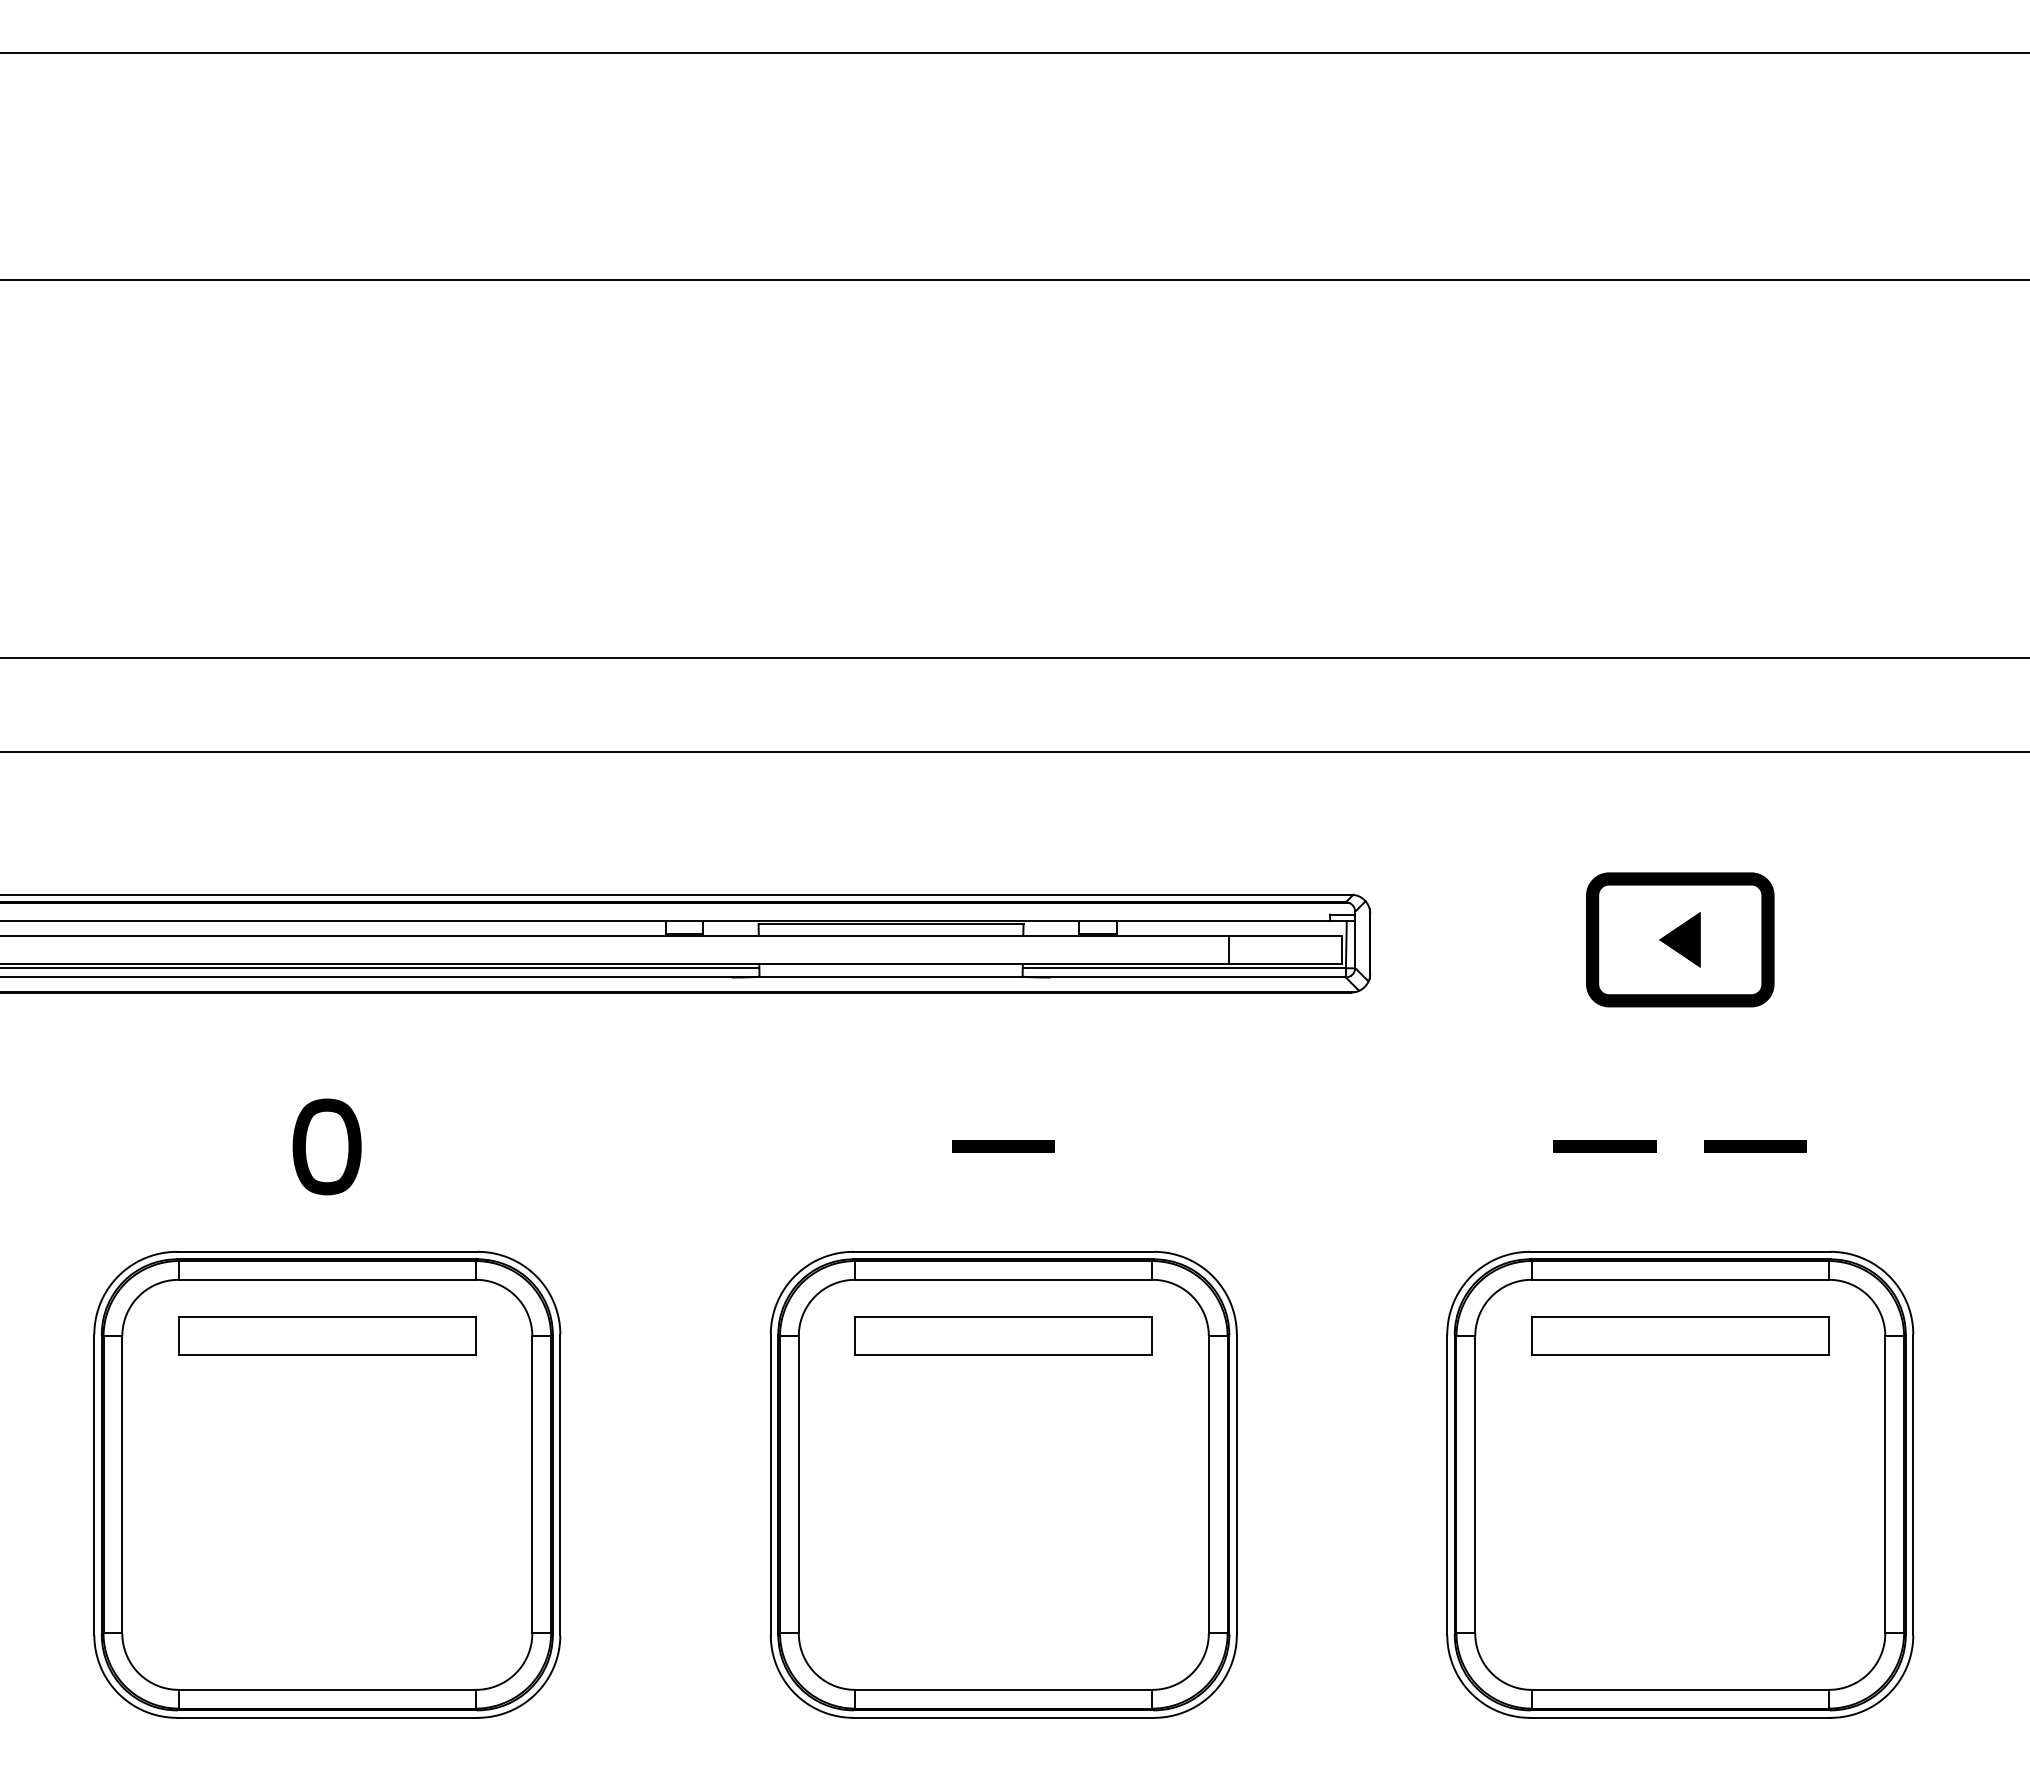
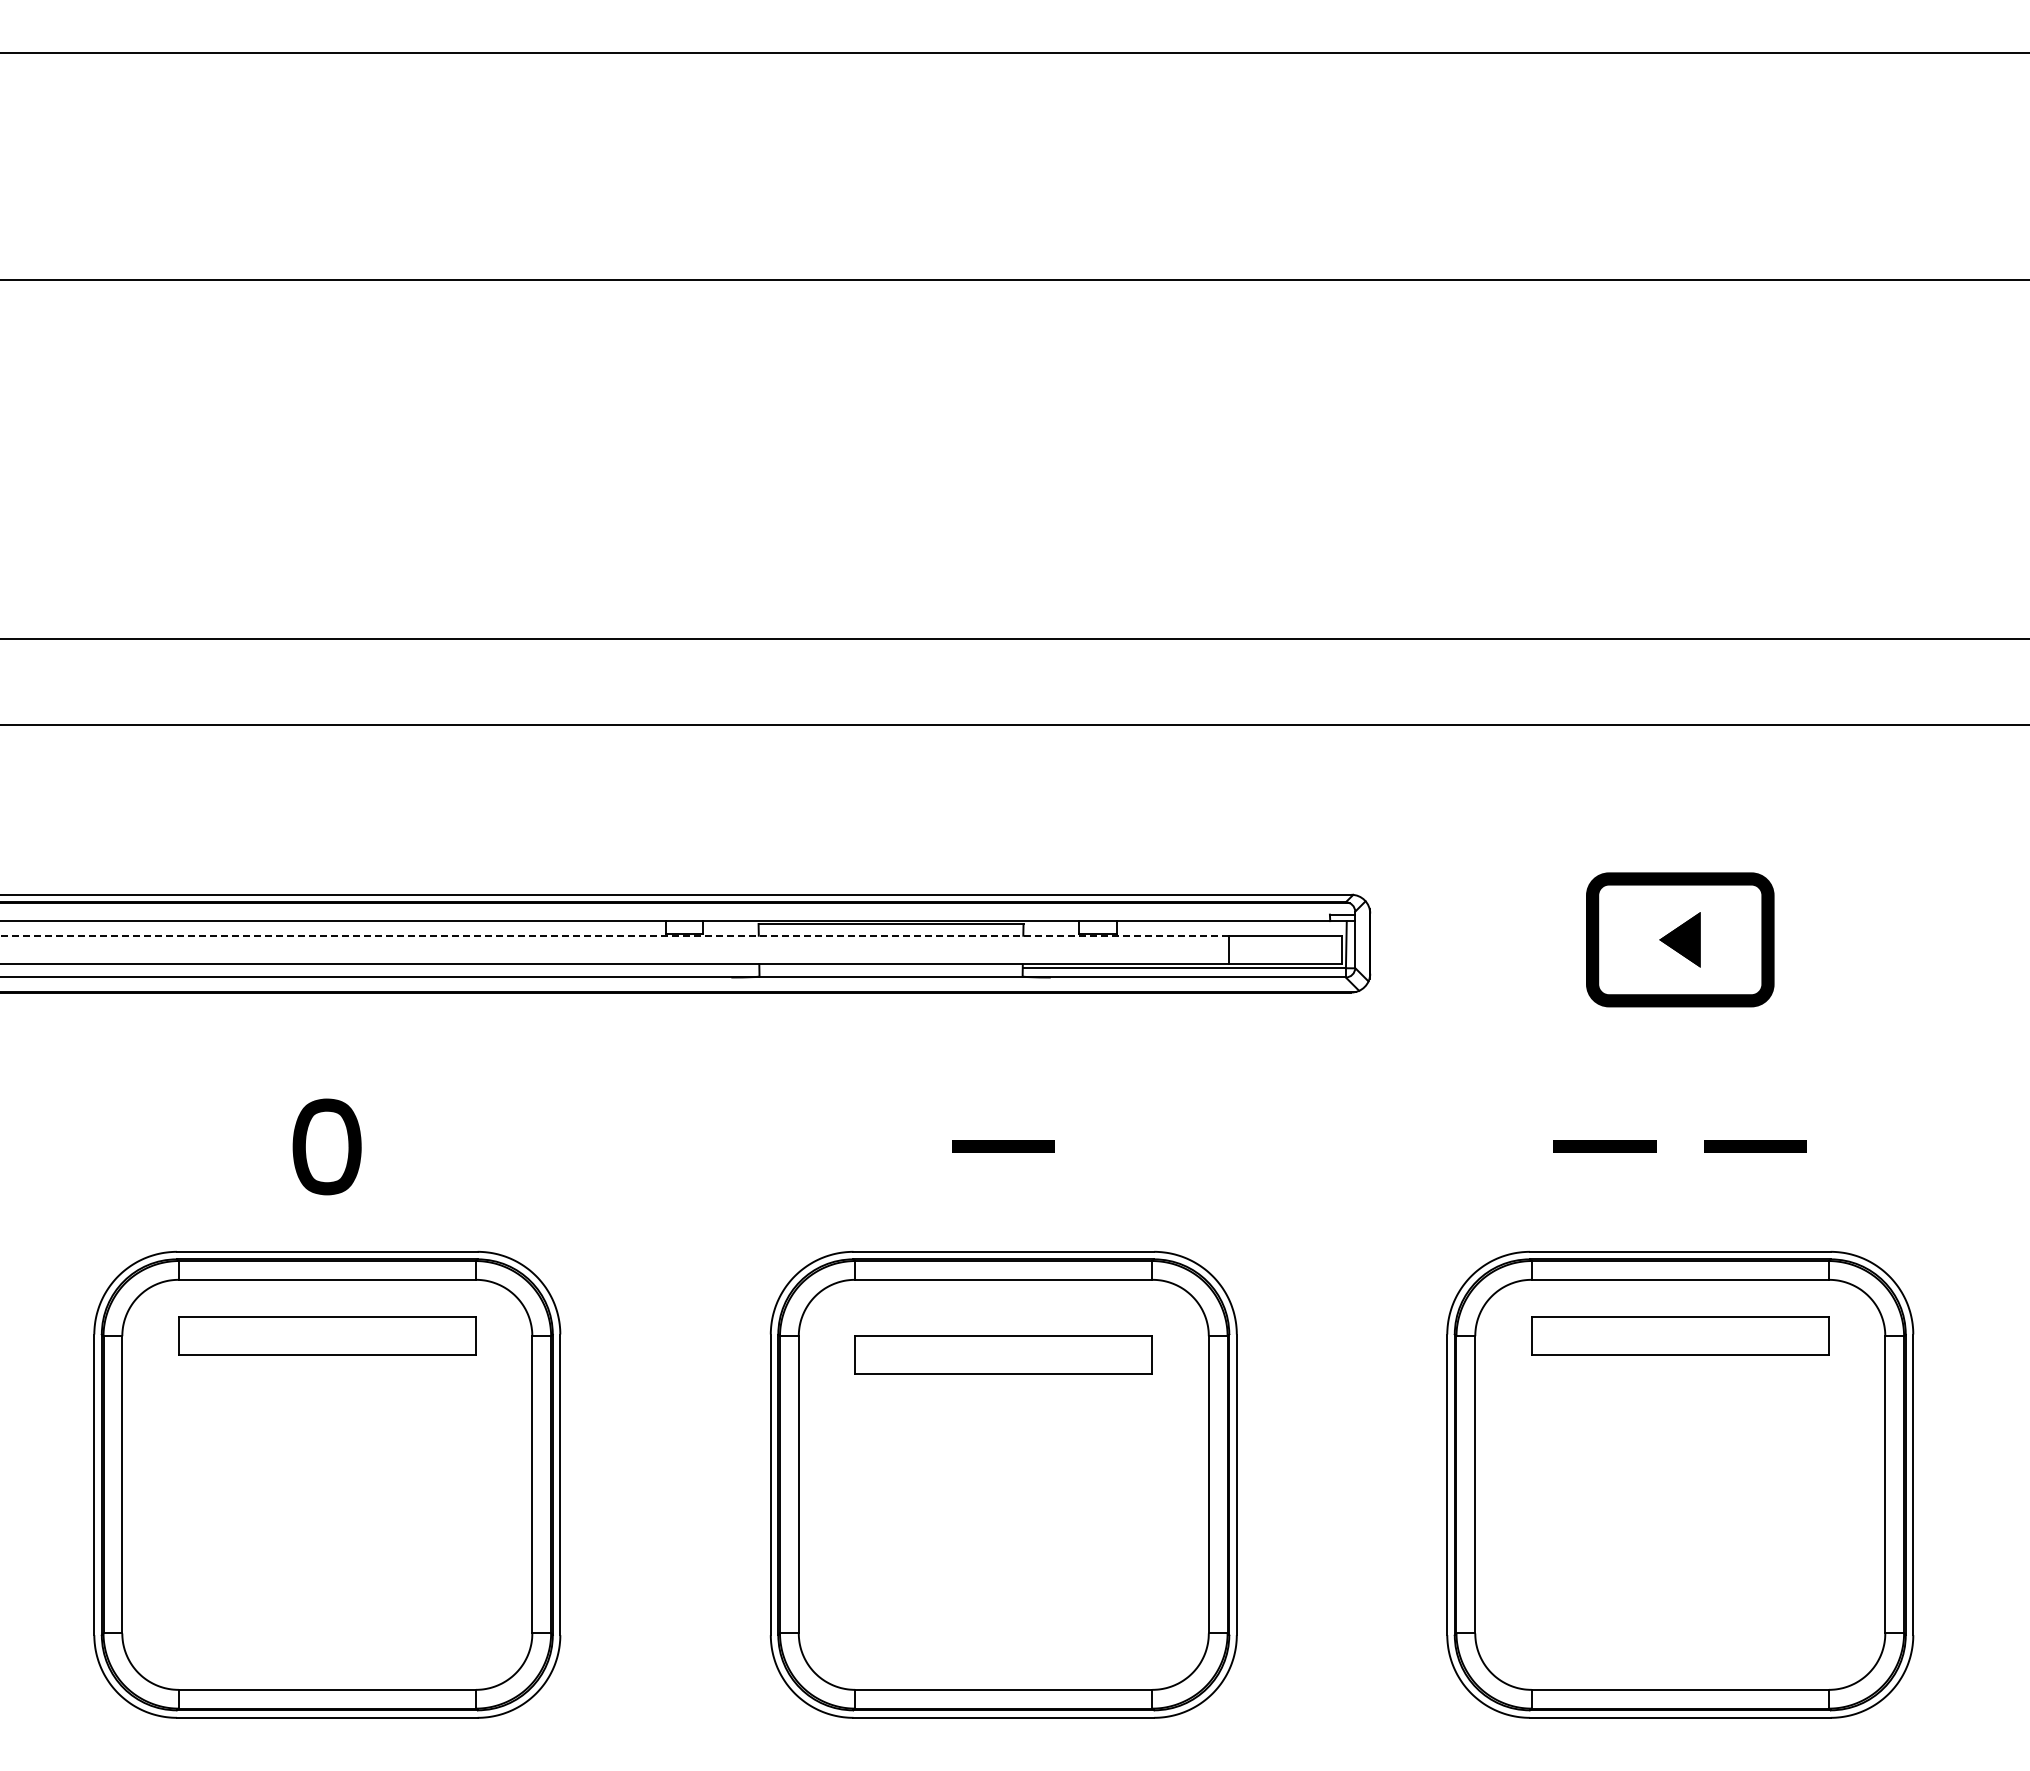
line at (1014, 658) position: (1014, 658) -> (1014, 639)
line at (1014, 751) position: (1014, 751) -> (1014, 724)
line at (614, 935): solid -> dashed
line at (380, 968): present -> none
part at (1003, 1335) position: (1003, 1335) -> (1003, 1354)
